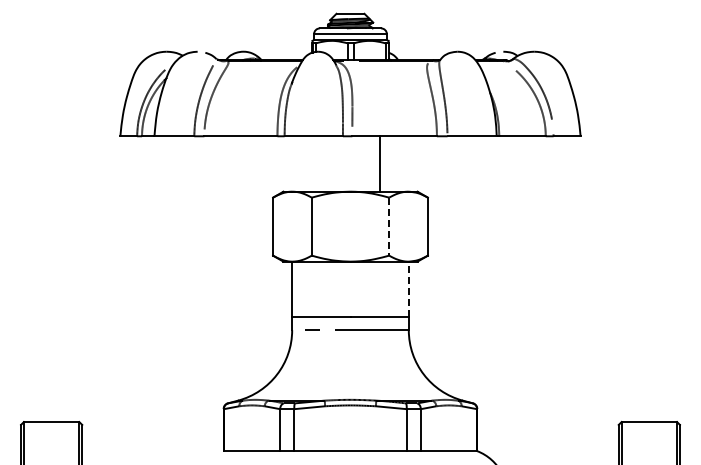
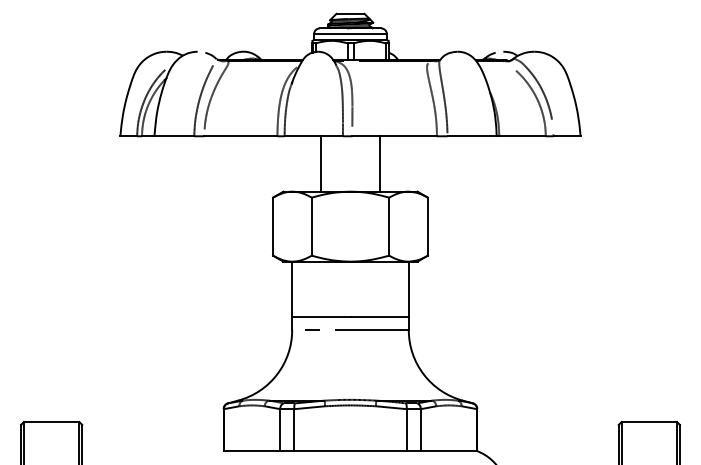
line at (321, 163): none -> present
line at (389, 226): dashed -> solid
line at (408, 289): dashed -> solid
